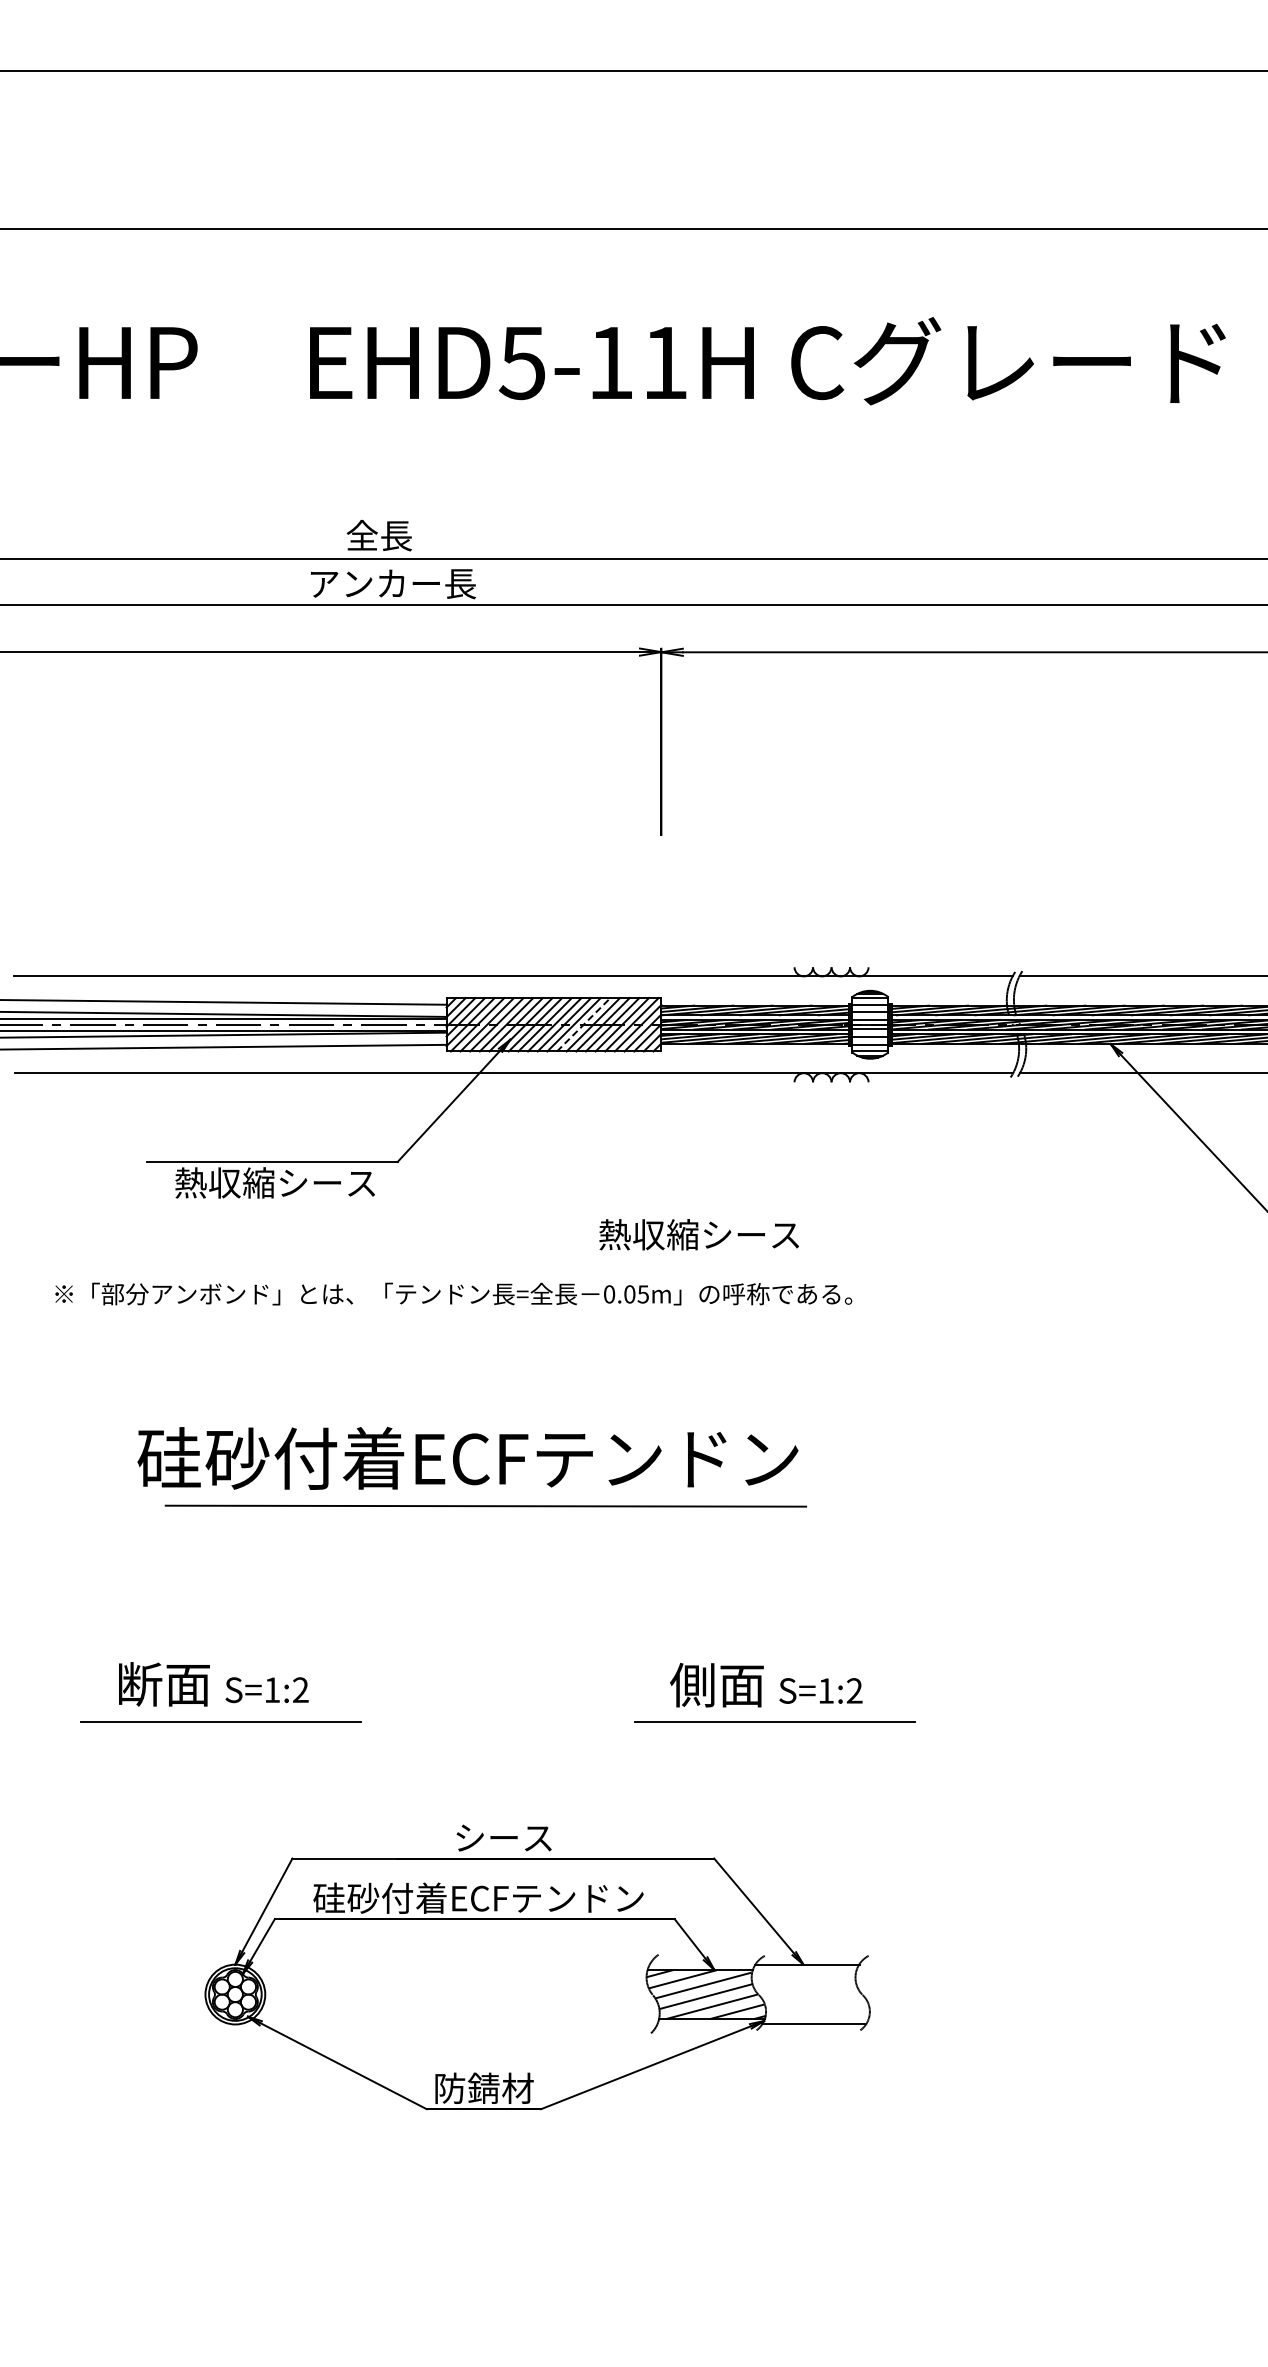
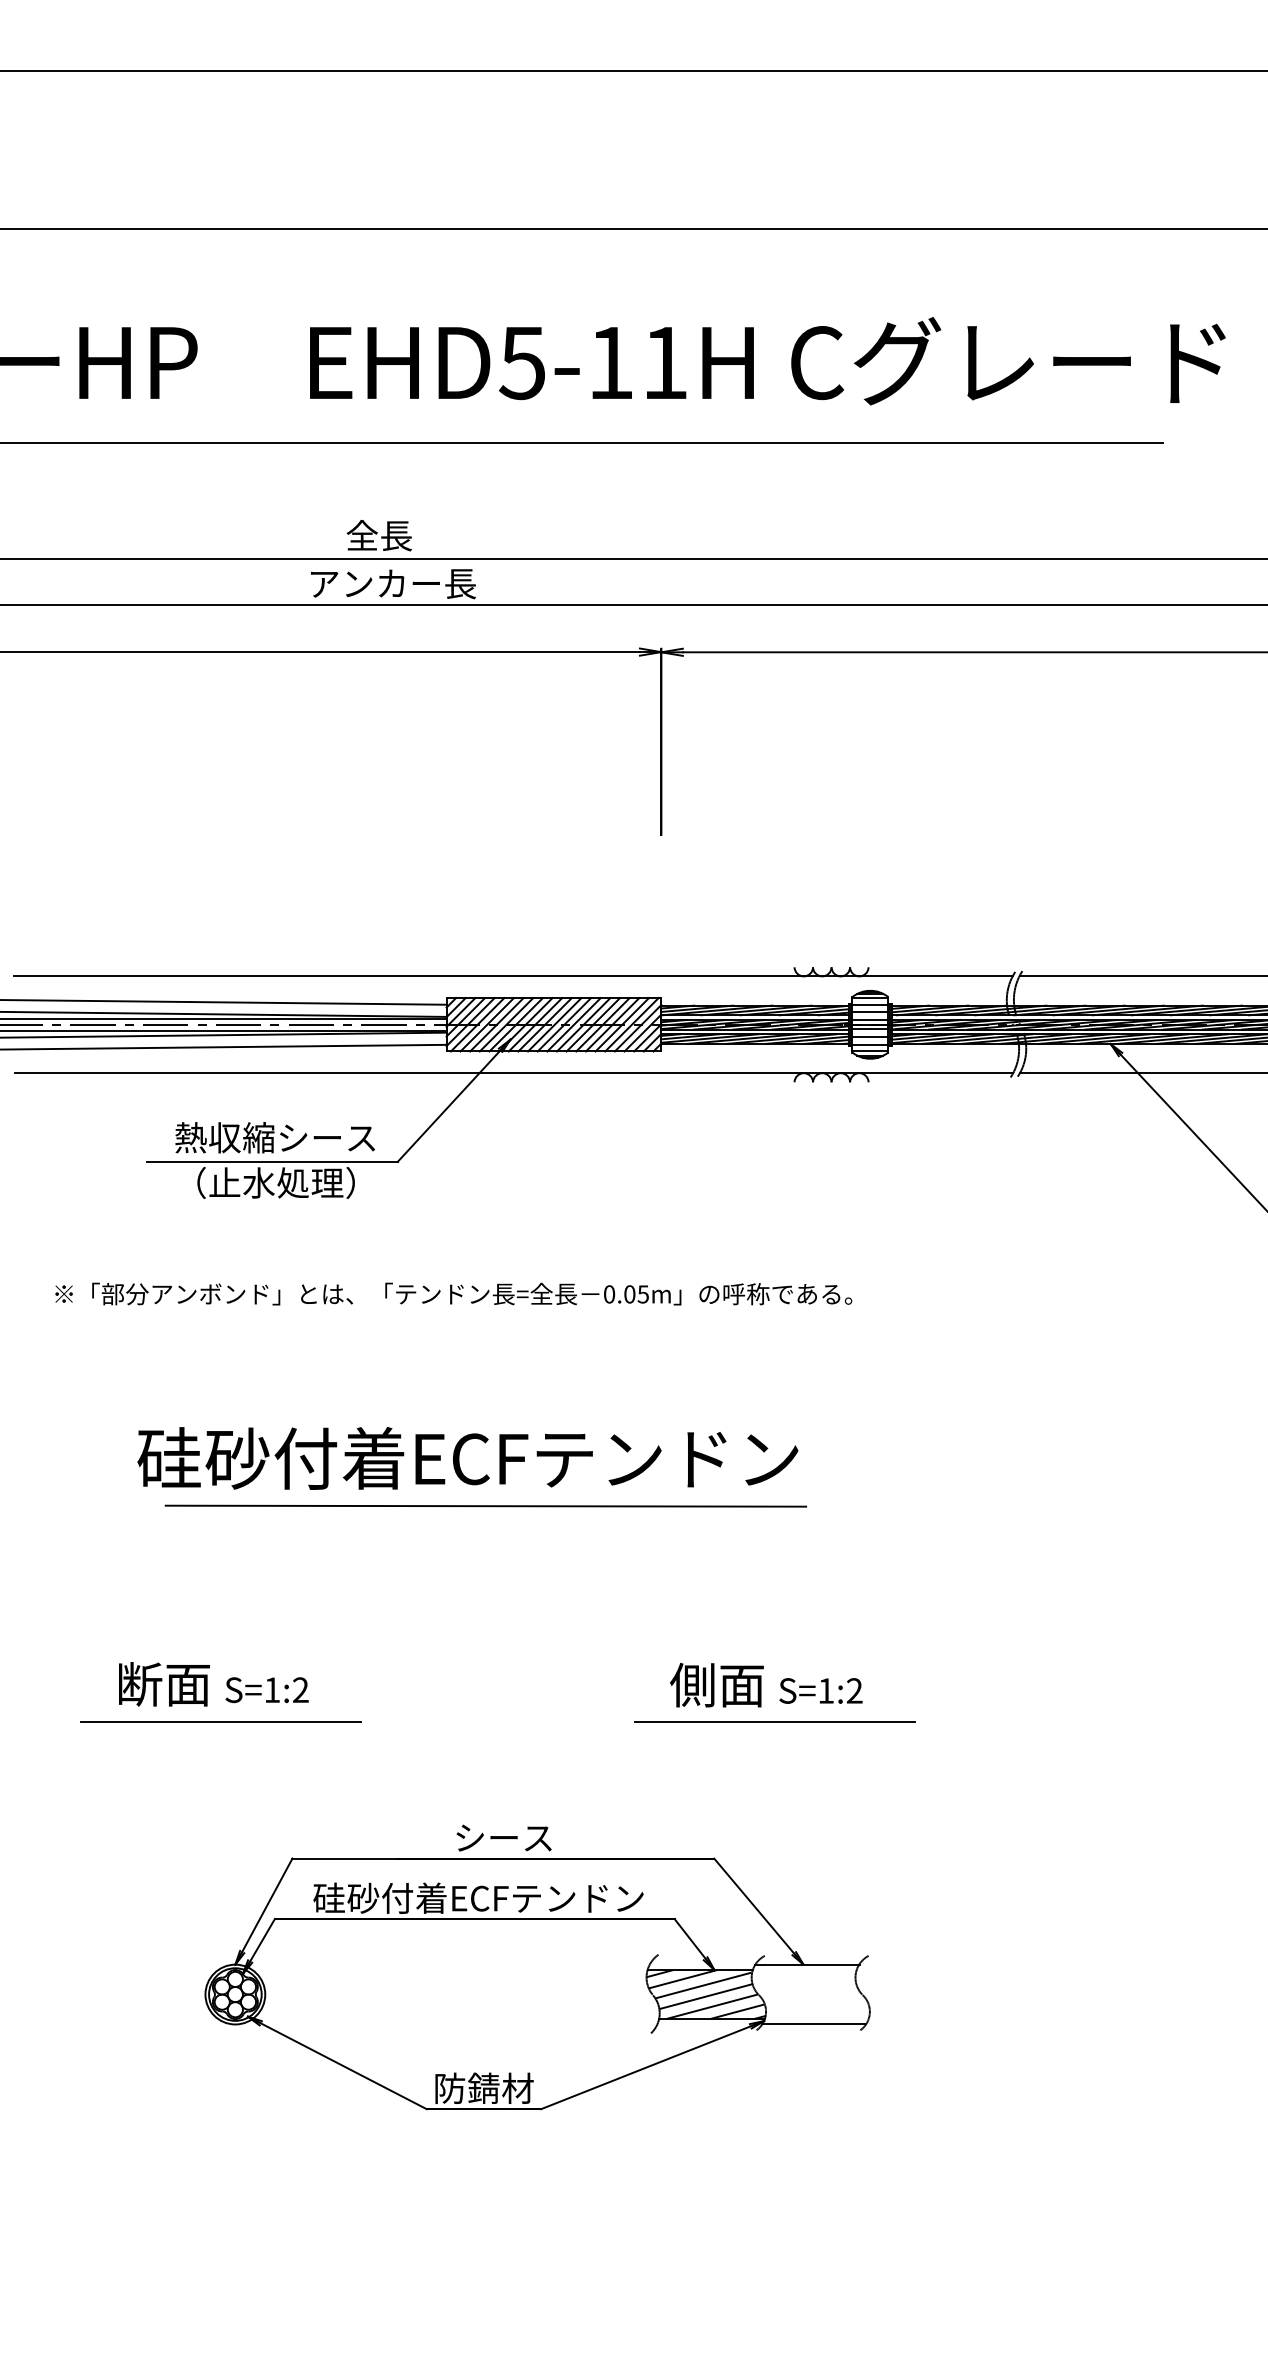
line at (582, 443): none -> present
line at (583, 1024): dashed -> solid
text at (274, 1182): 熱収縮シース -> （止水処理）
text at (698, 1234) position: (698, 1234) -> (274, 1137)
